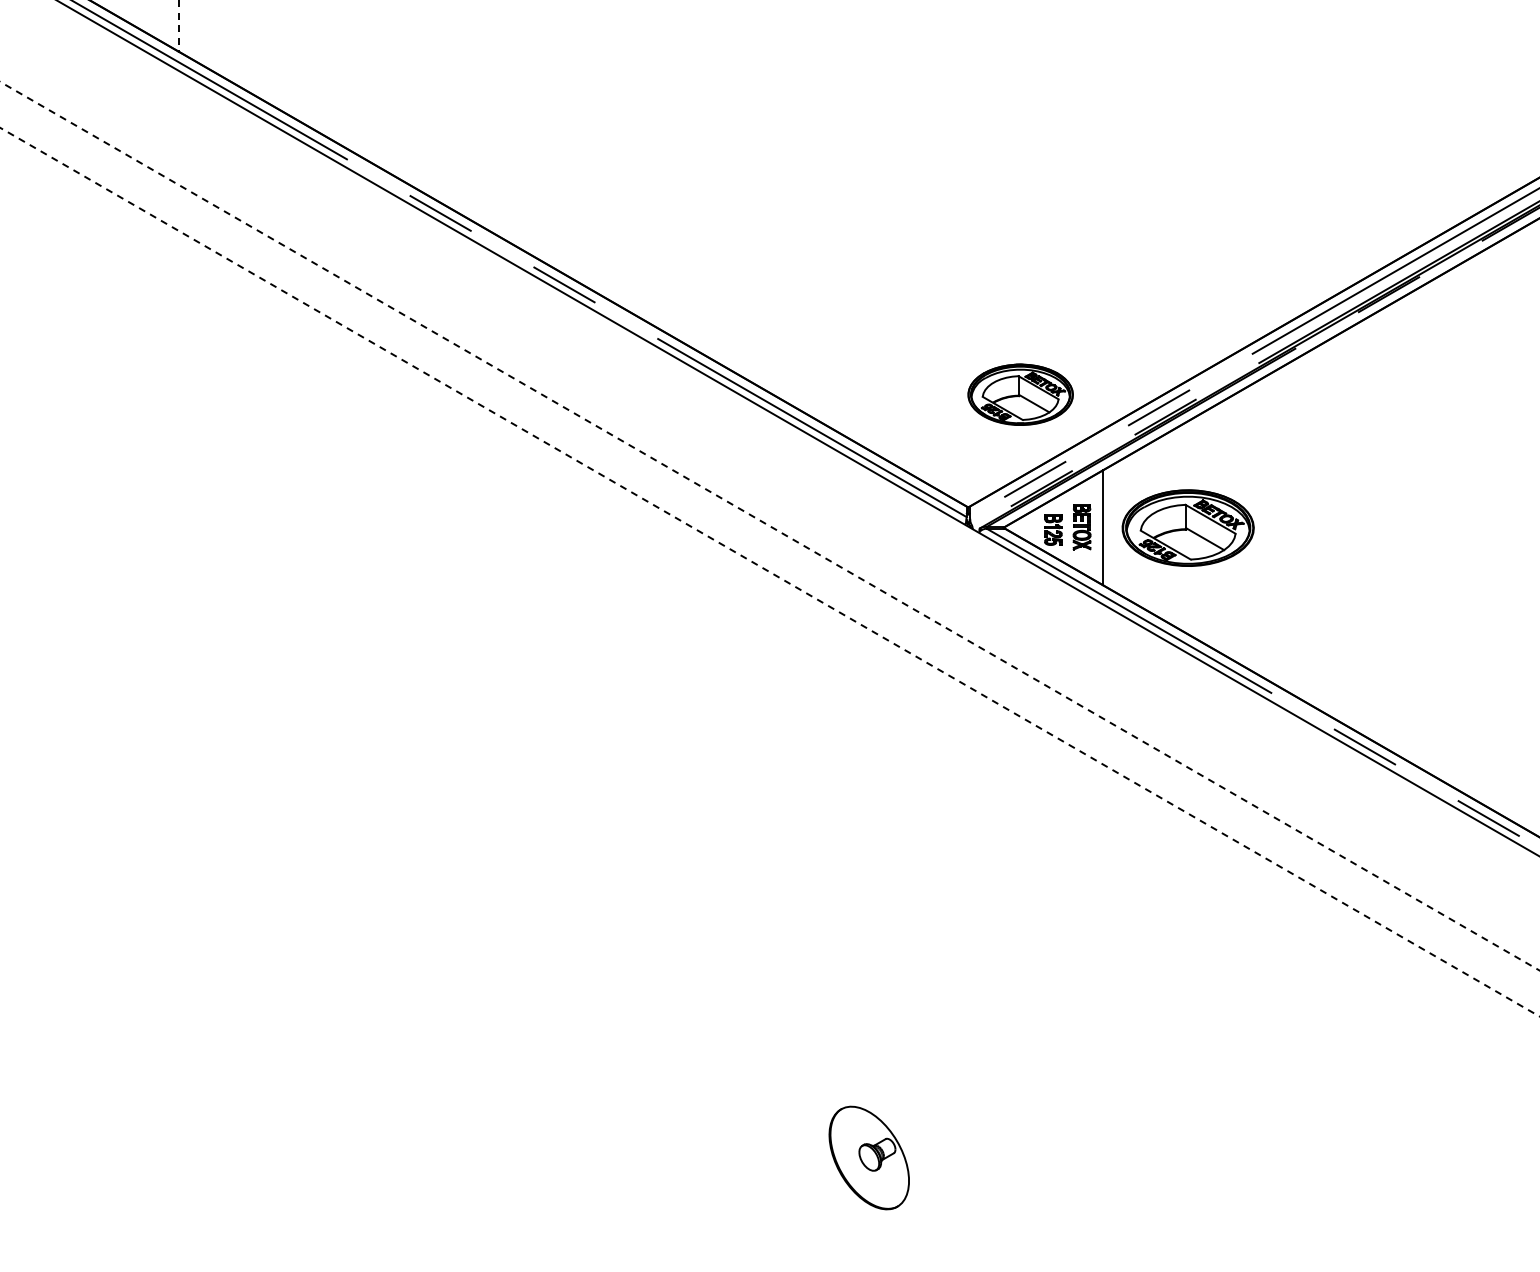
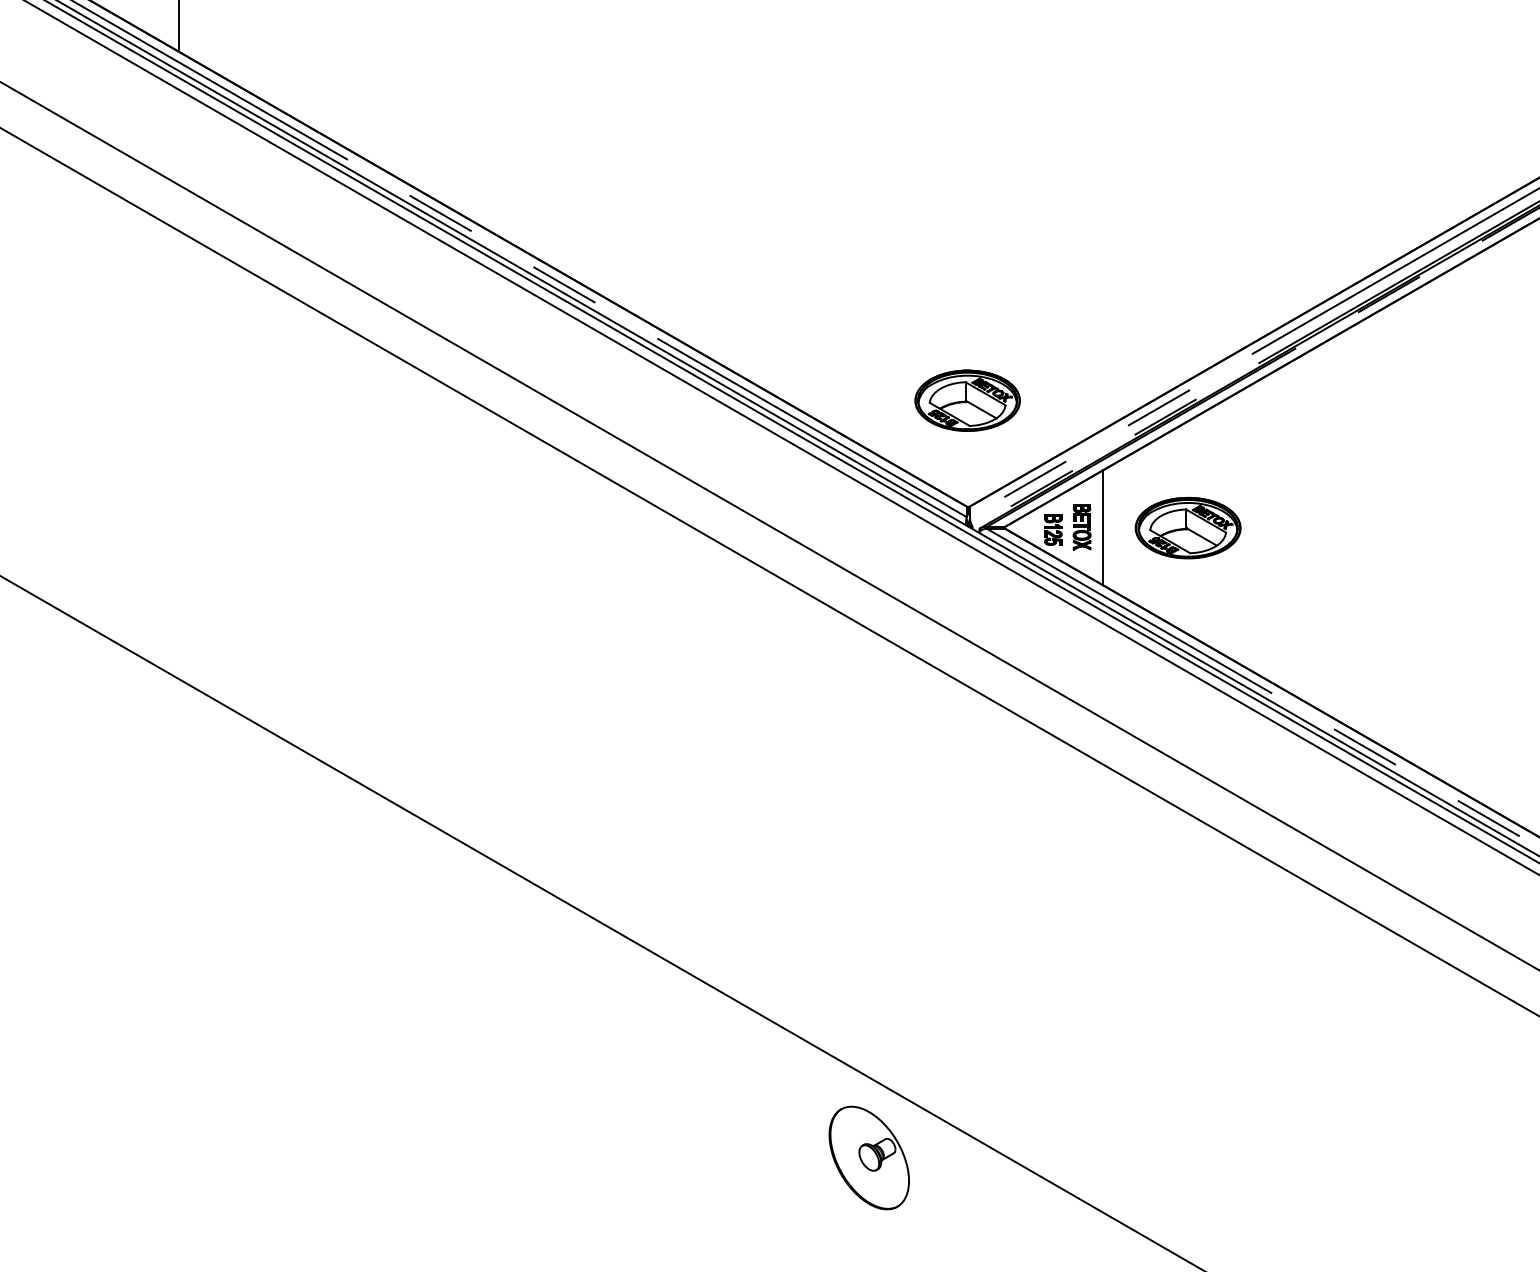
line at (178, 26): dashed -> solid
part at (1020, 394) position: (1020, 394) -> (967, 400)
line at (791, 431): none -> present
line at (781, 437): none -> present
line at (770, 526): dashed -> solid
part at (1187, 527) size: 134x78 px -> 108x64 px
line at (769, 572): dashed -> solid
line at (601, 922): none -> present
